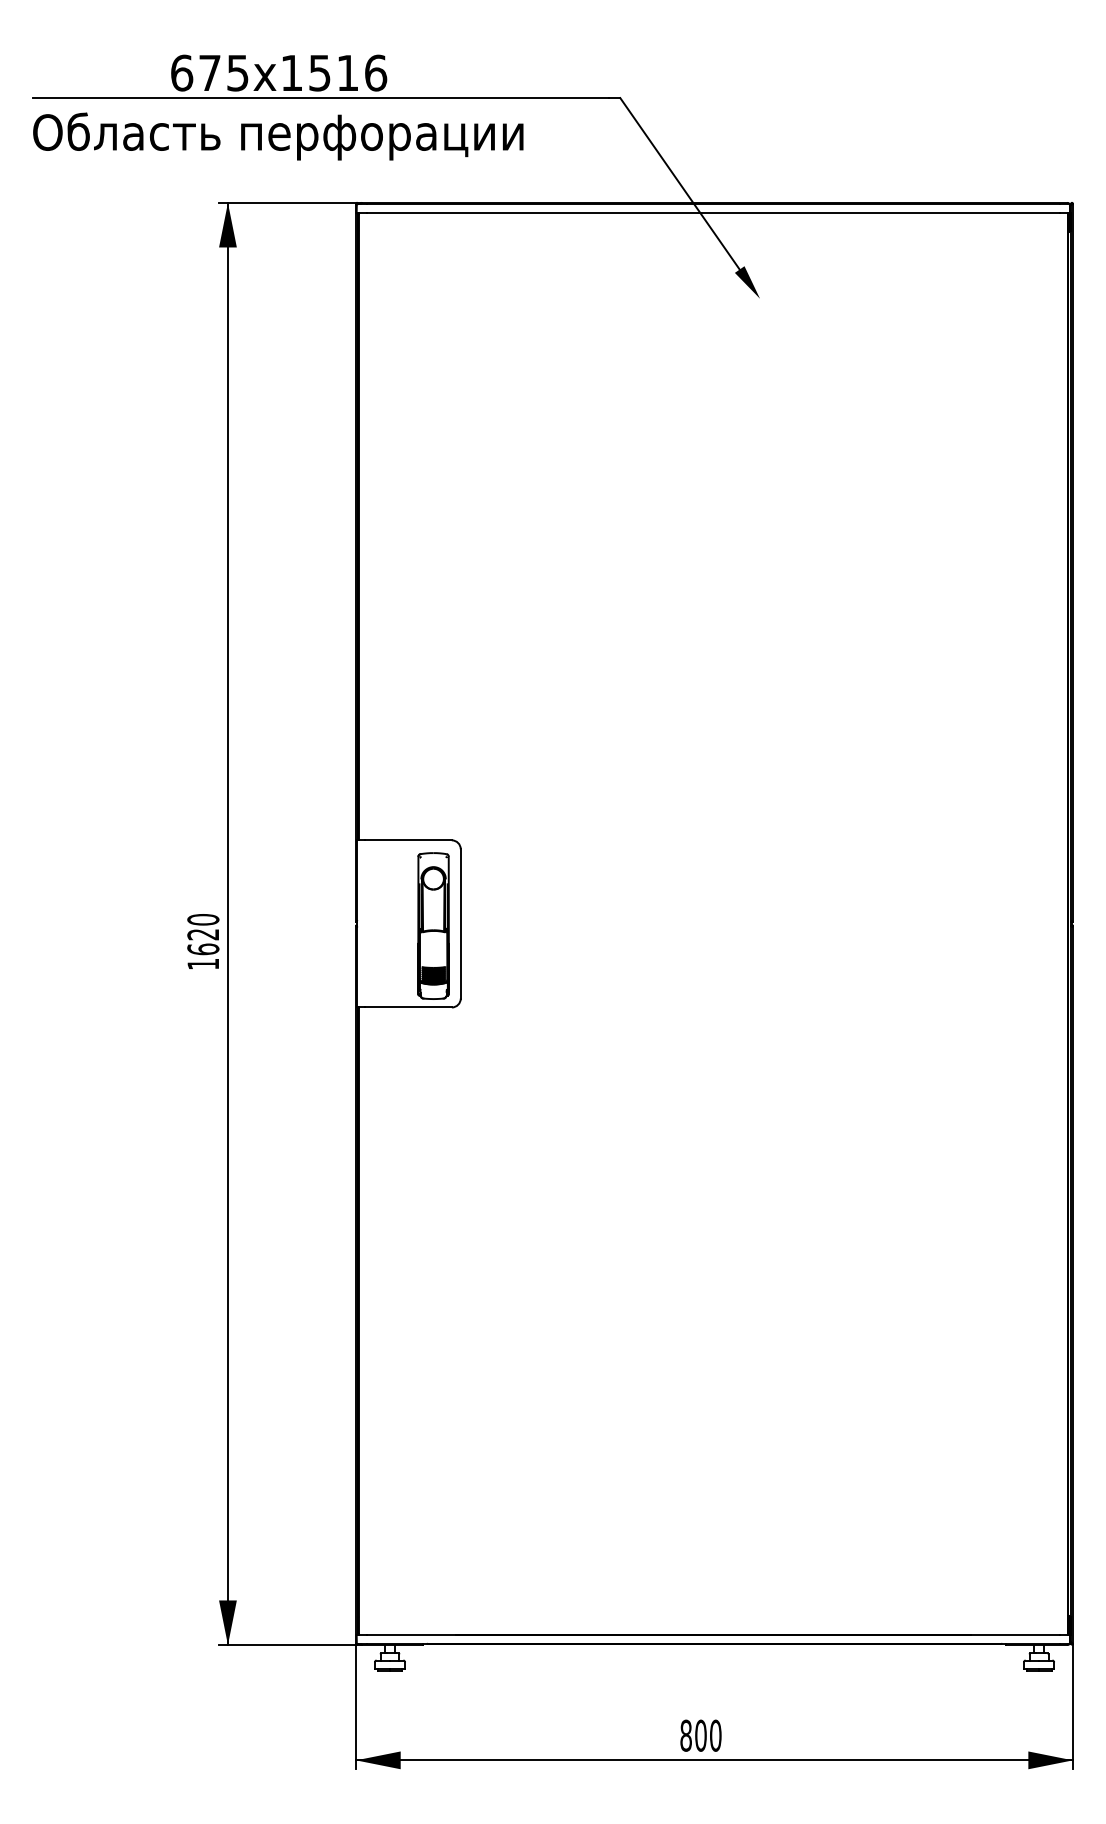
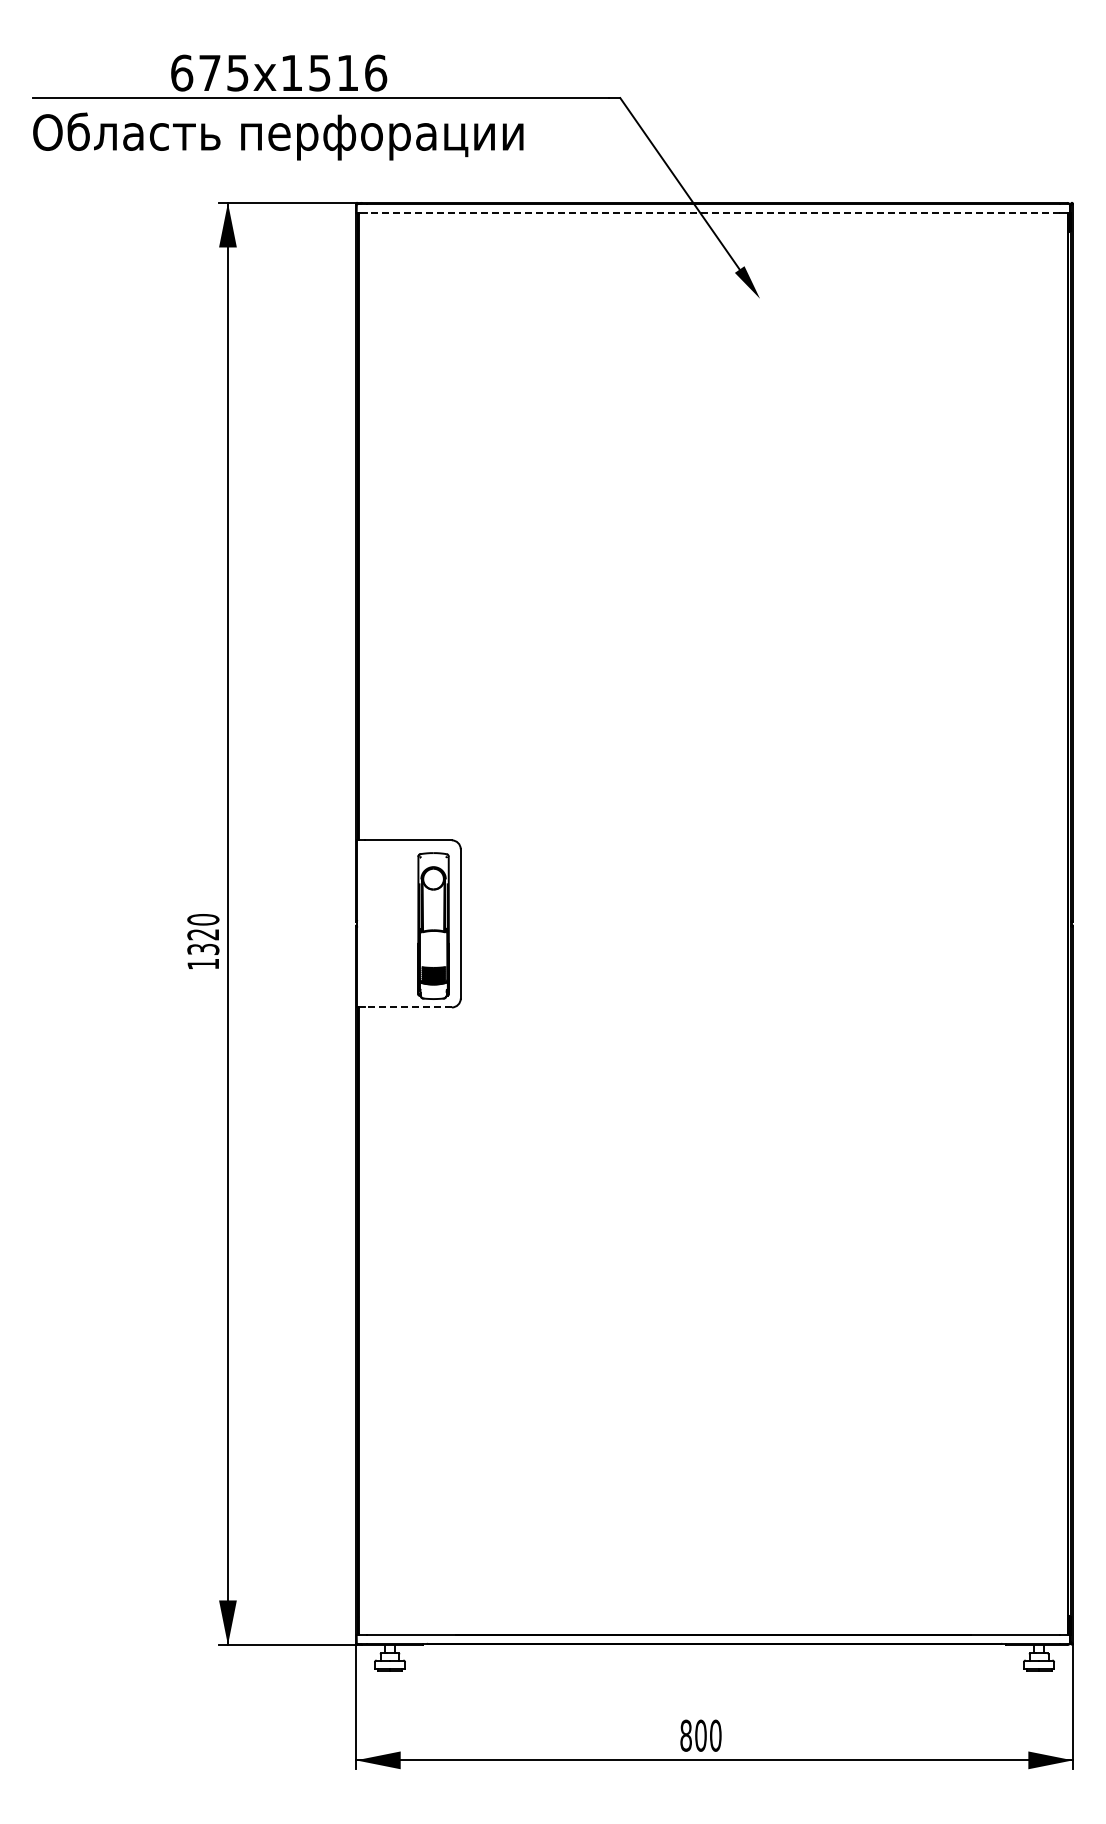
line at (713, 213): solid -> dashed
text at (203, 949): 1620 -> 1320
line at (408, 1007): solid -> dashed
